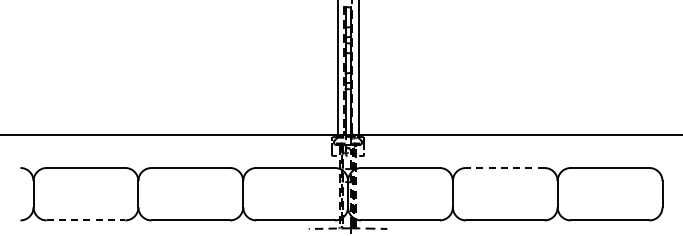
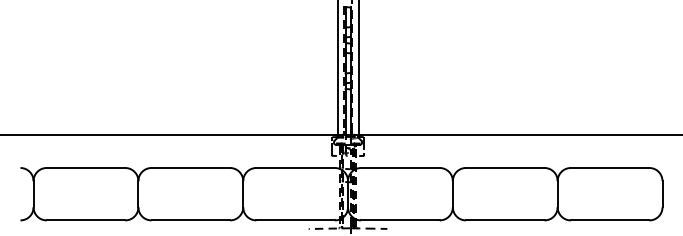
line at (504, 168): dashed -> solid
line at (86, 220): dashed -> solid
